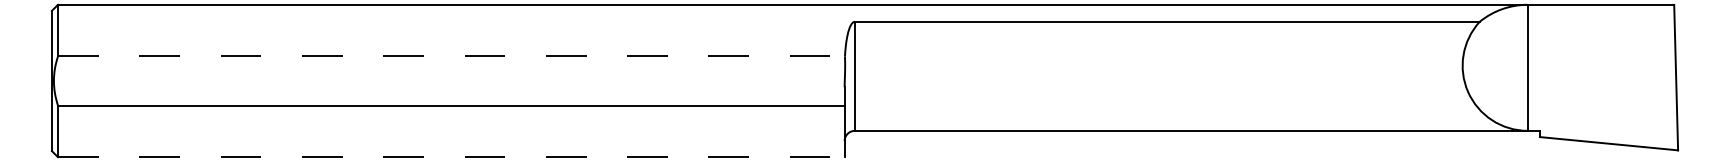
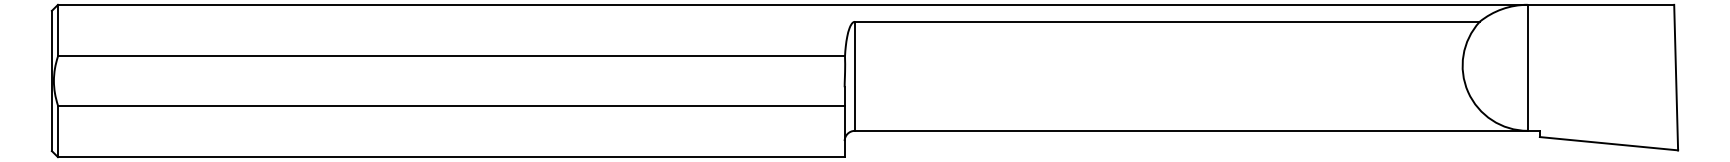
line at (451, 56): dashed -> solid
line at (451, 157): dashed -> solid
